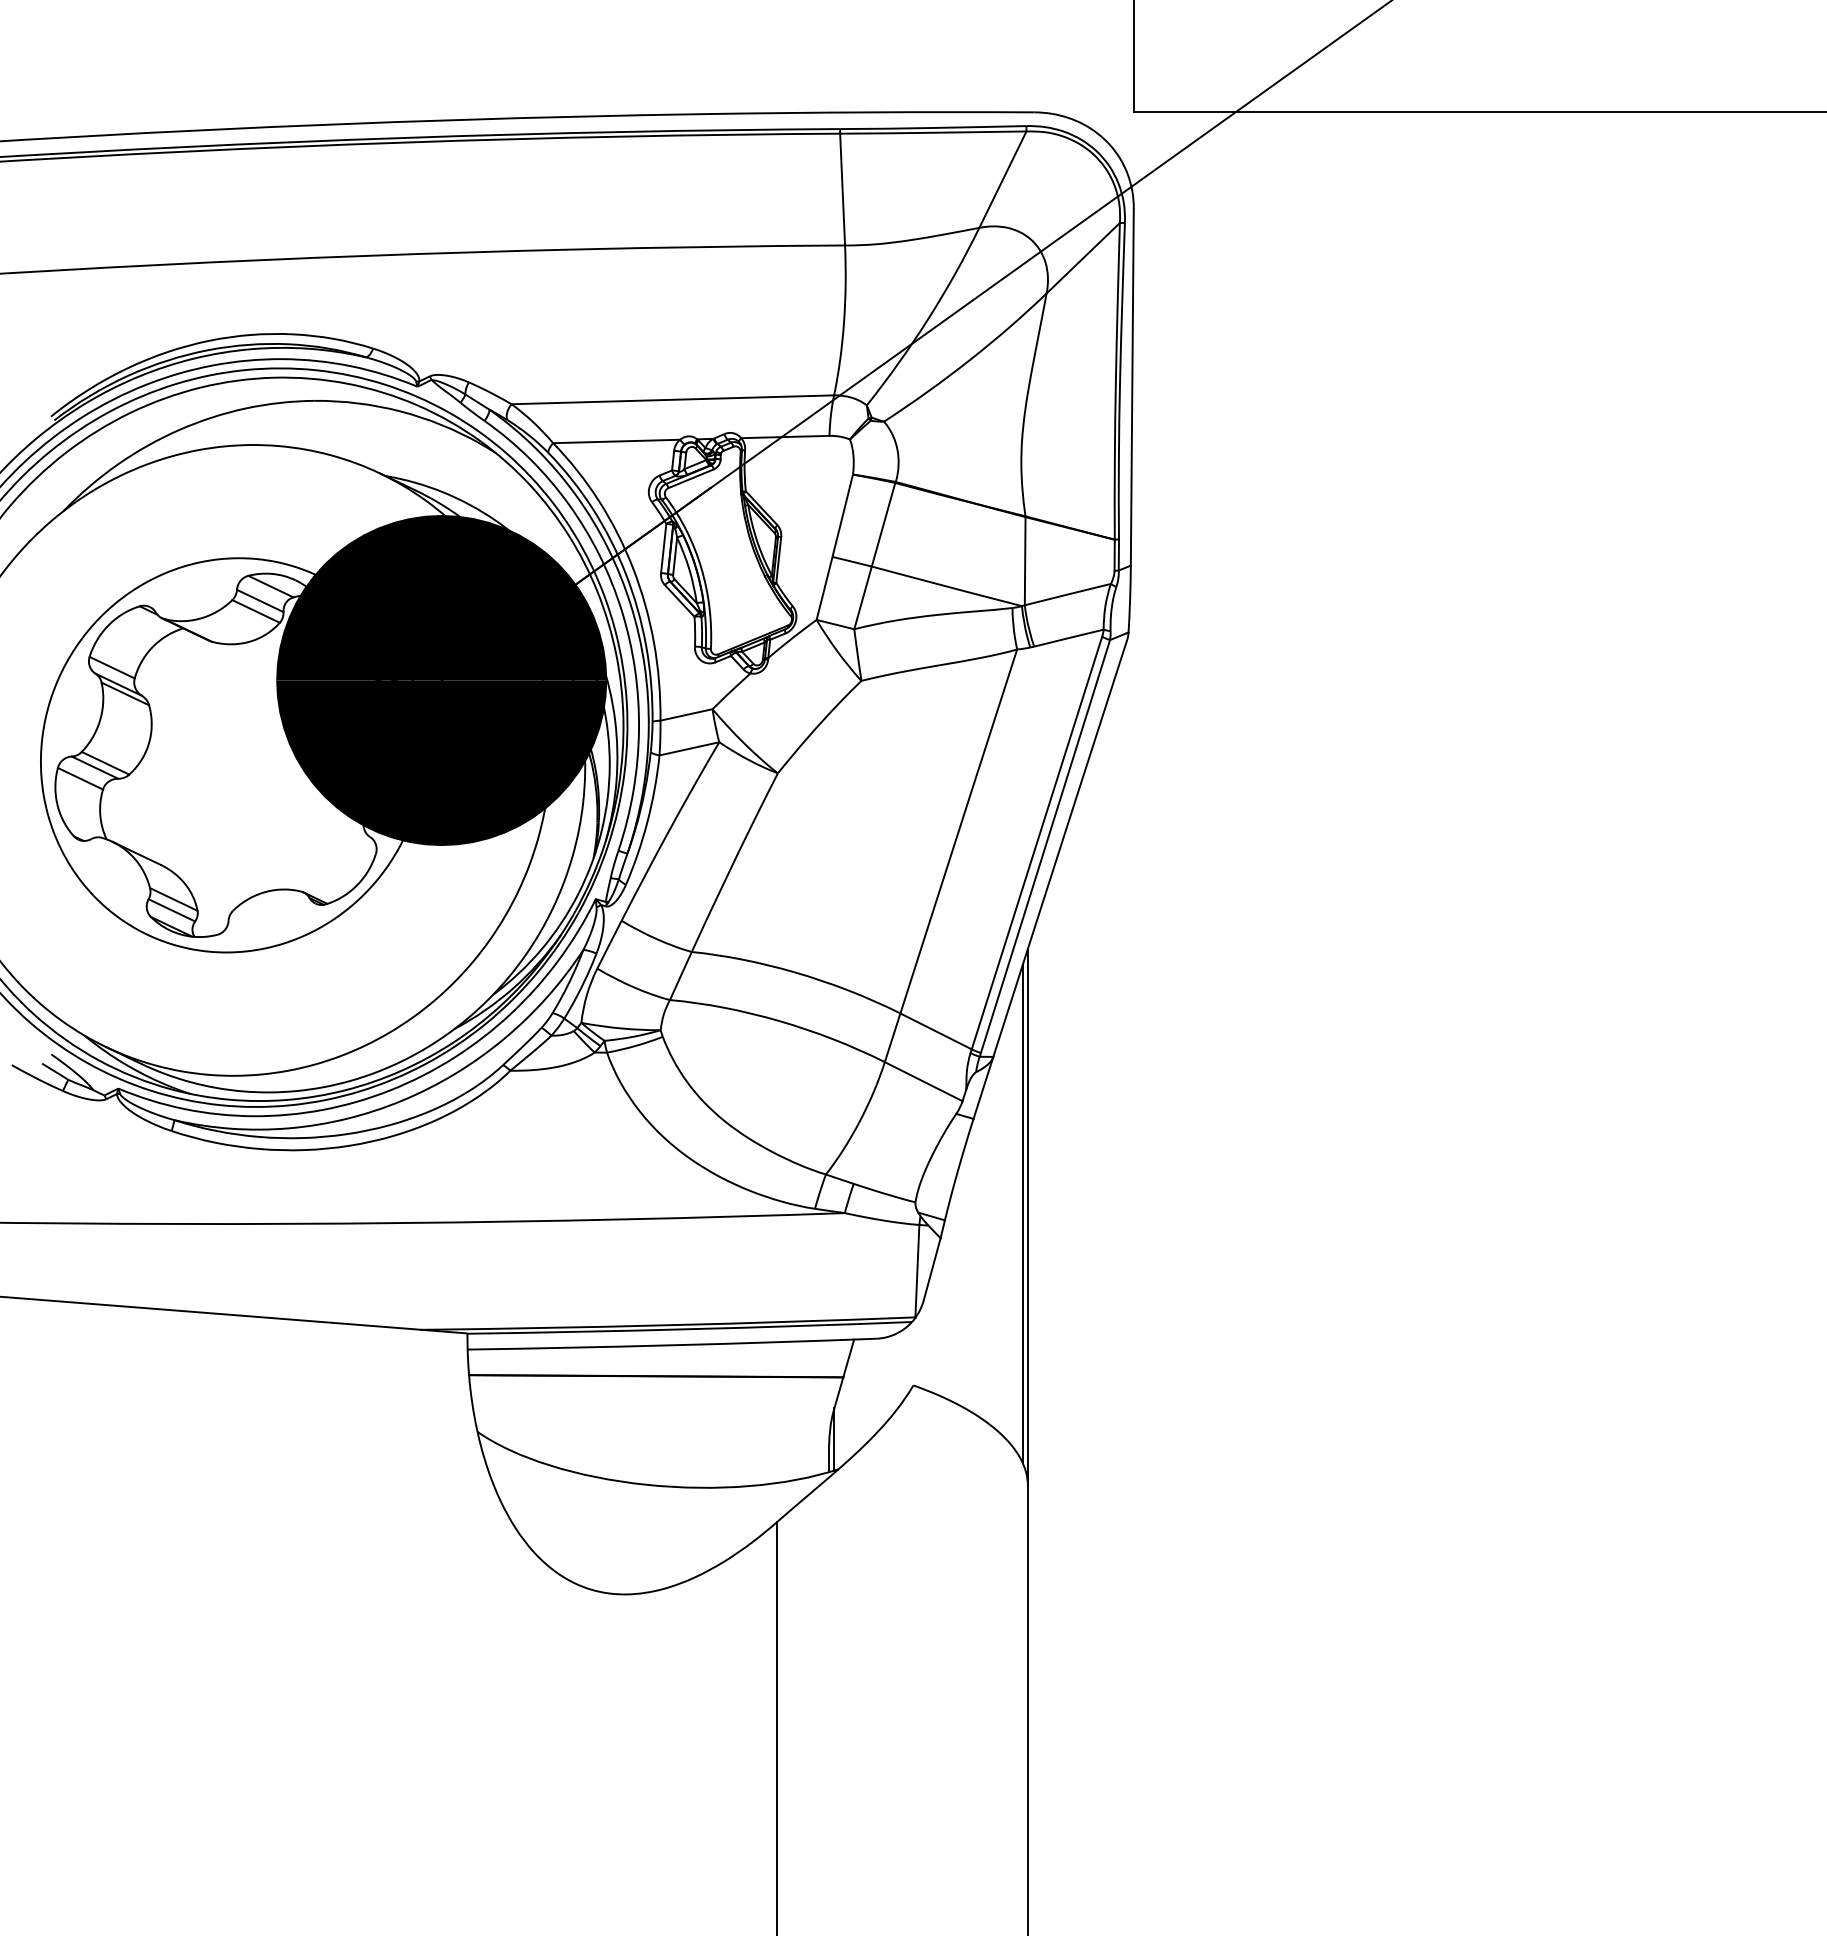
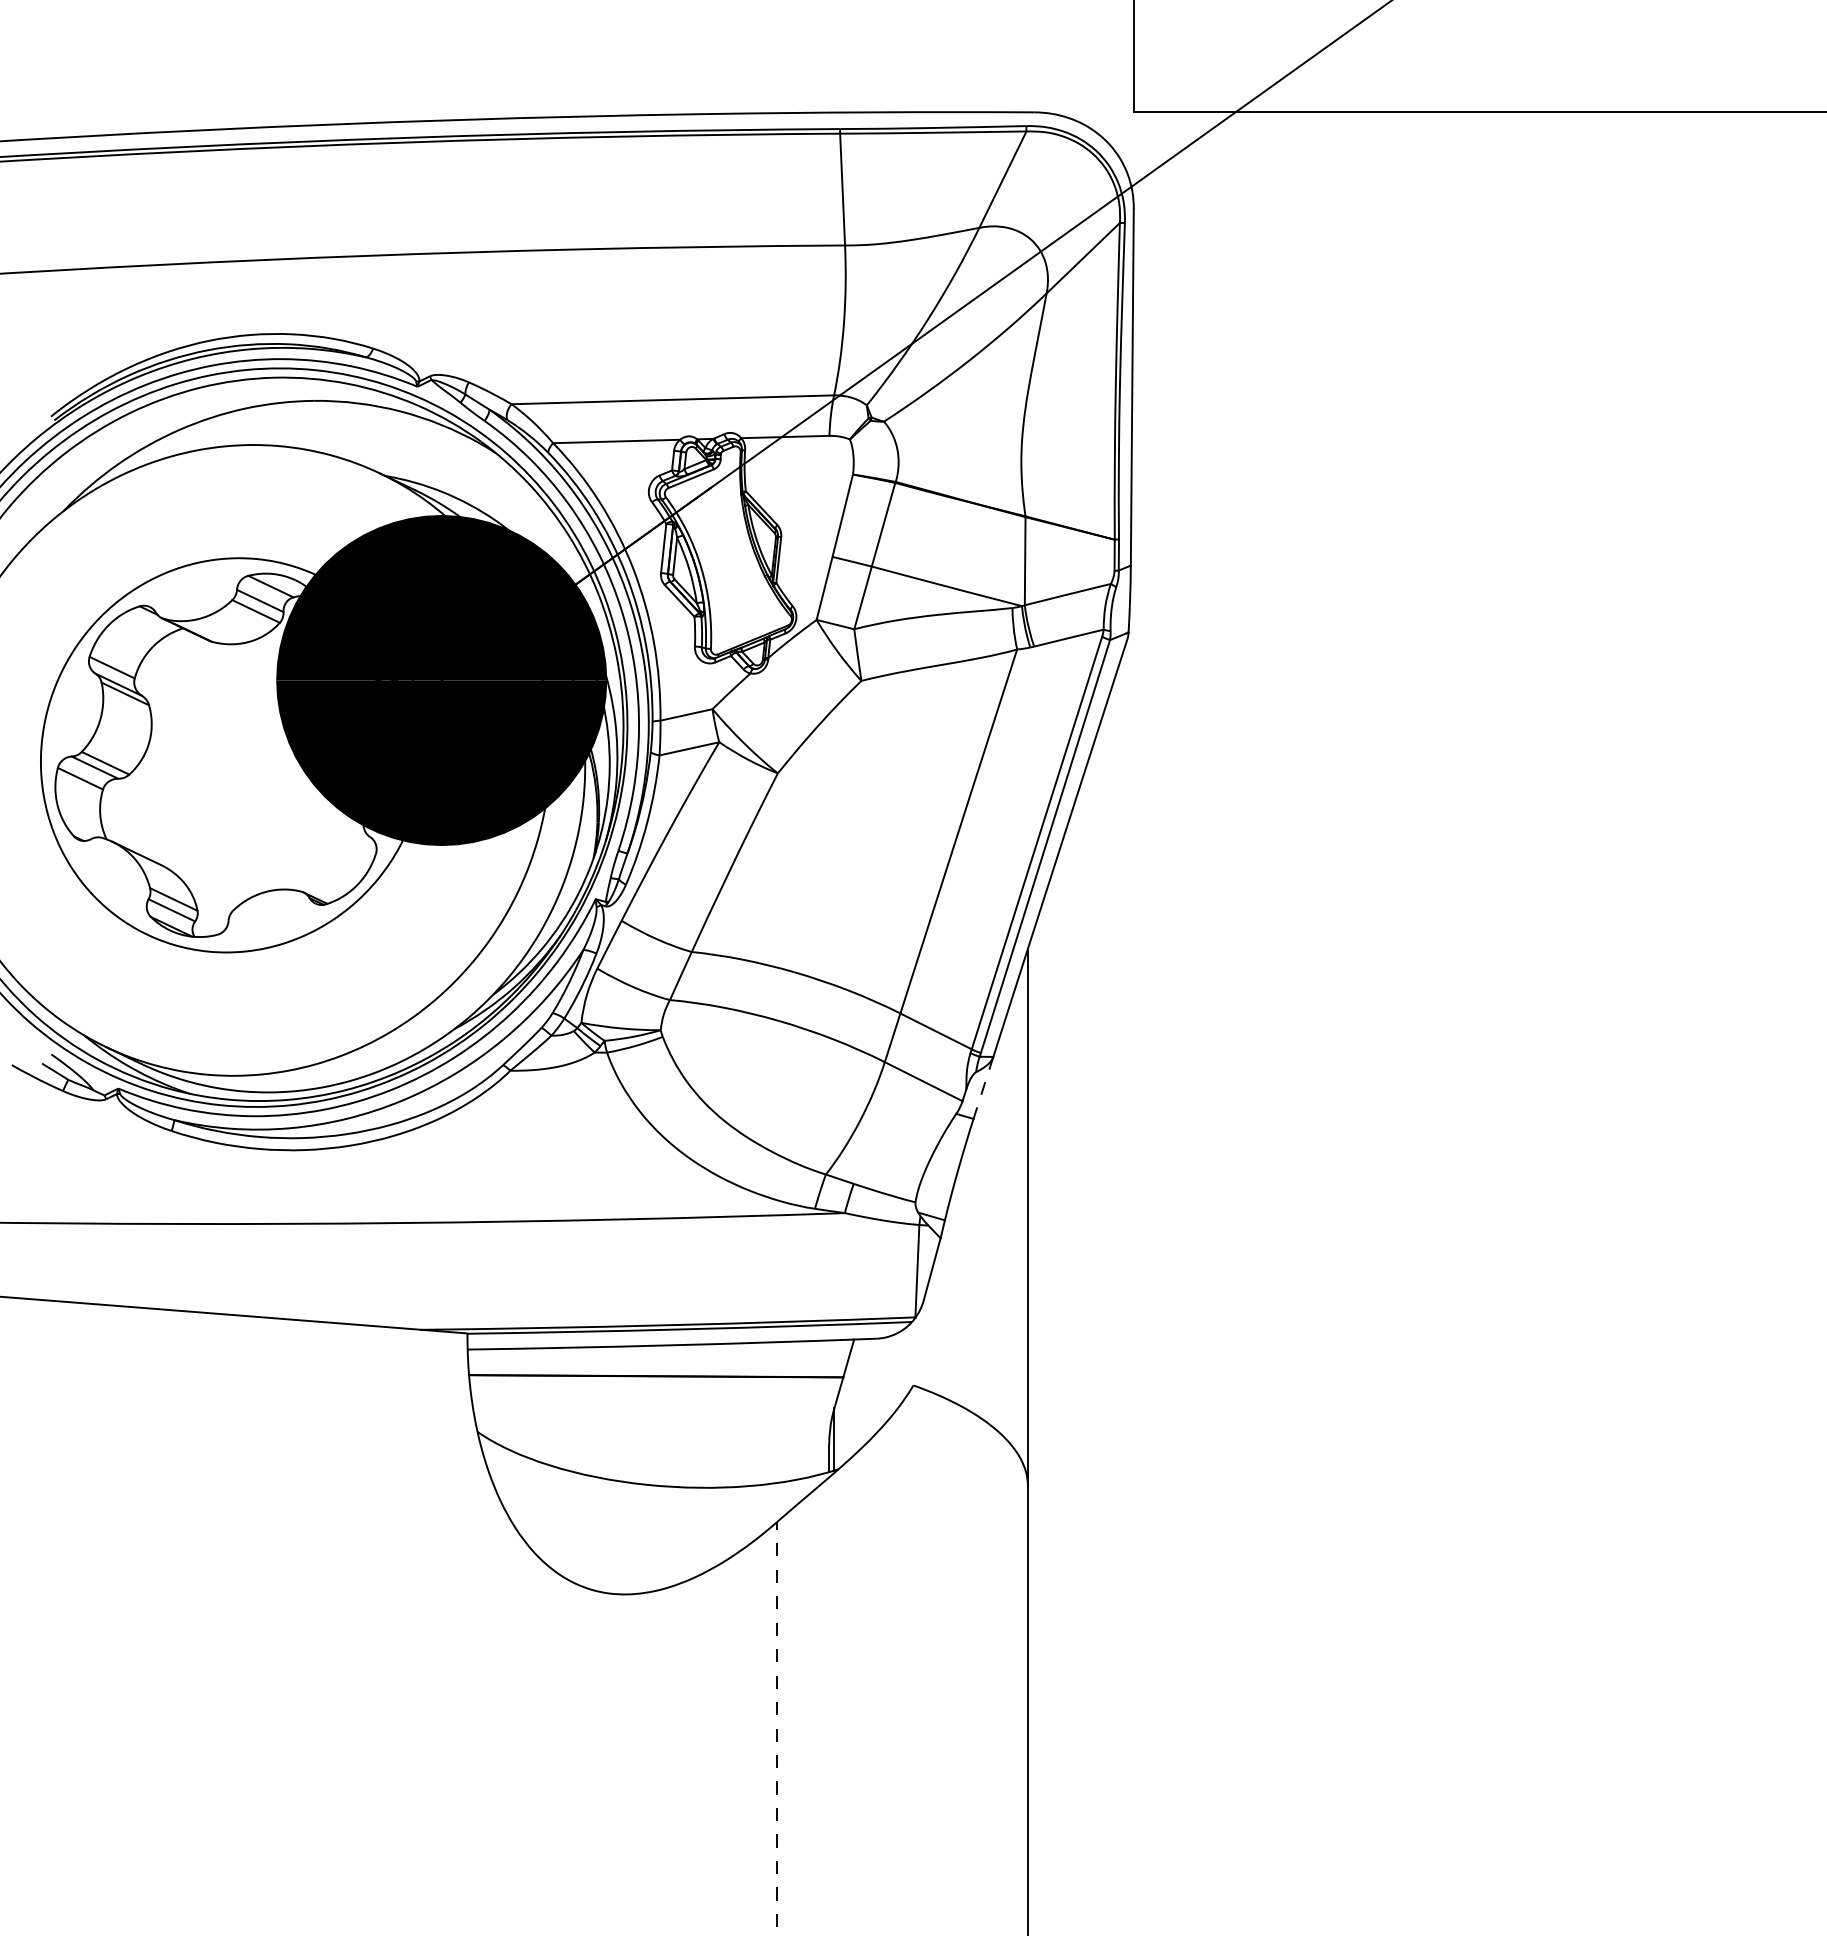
line at (983, 1087): solid -> dashed
line at (1022, 1213): present -> none
line at (776, 1728): solid -> dashed
